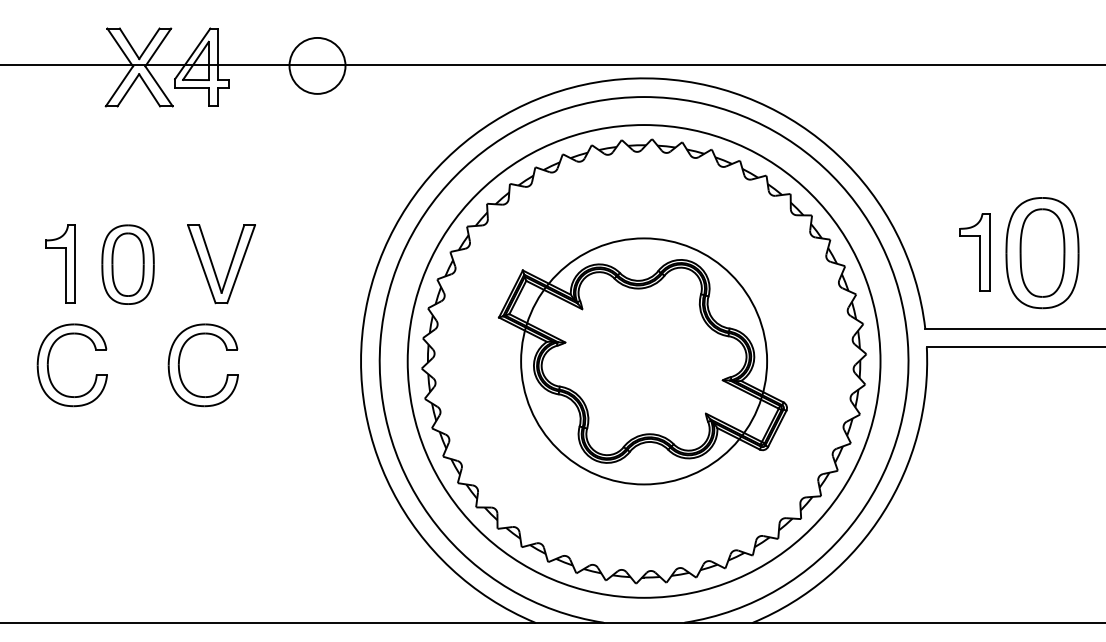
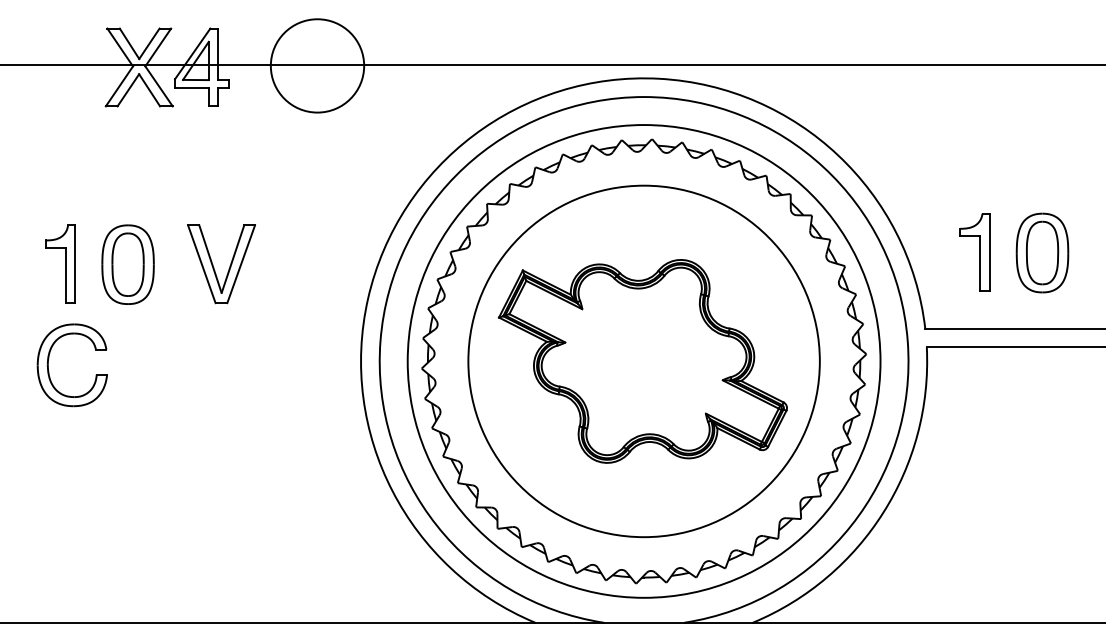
circle at (317, 65) diameter: 56 px -> 93 px
part at (1042, 253) size: 75x113 px -> 55x82 px
circle at (644, 361) diameter: 246 px -> 351 px
part at (180, 371): present -> none
